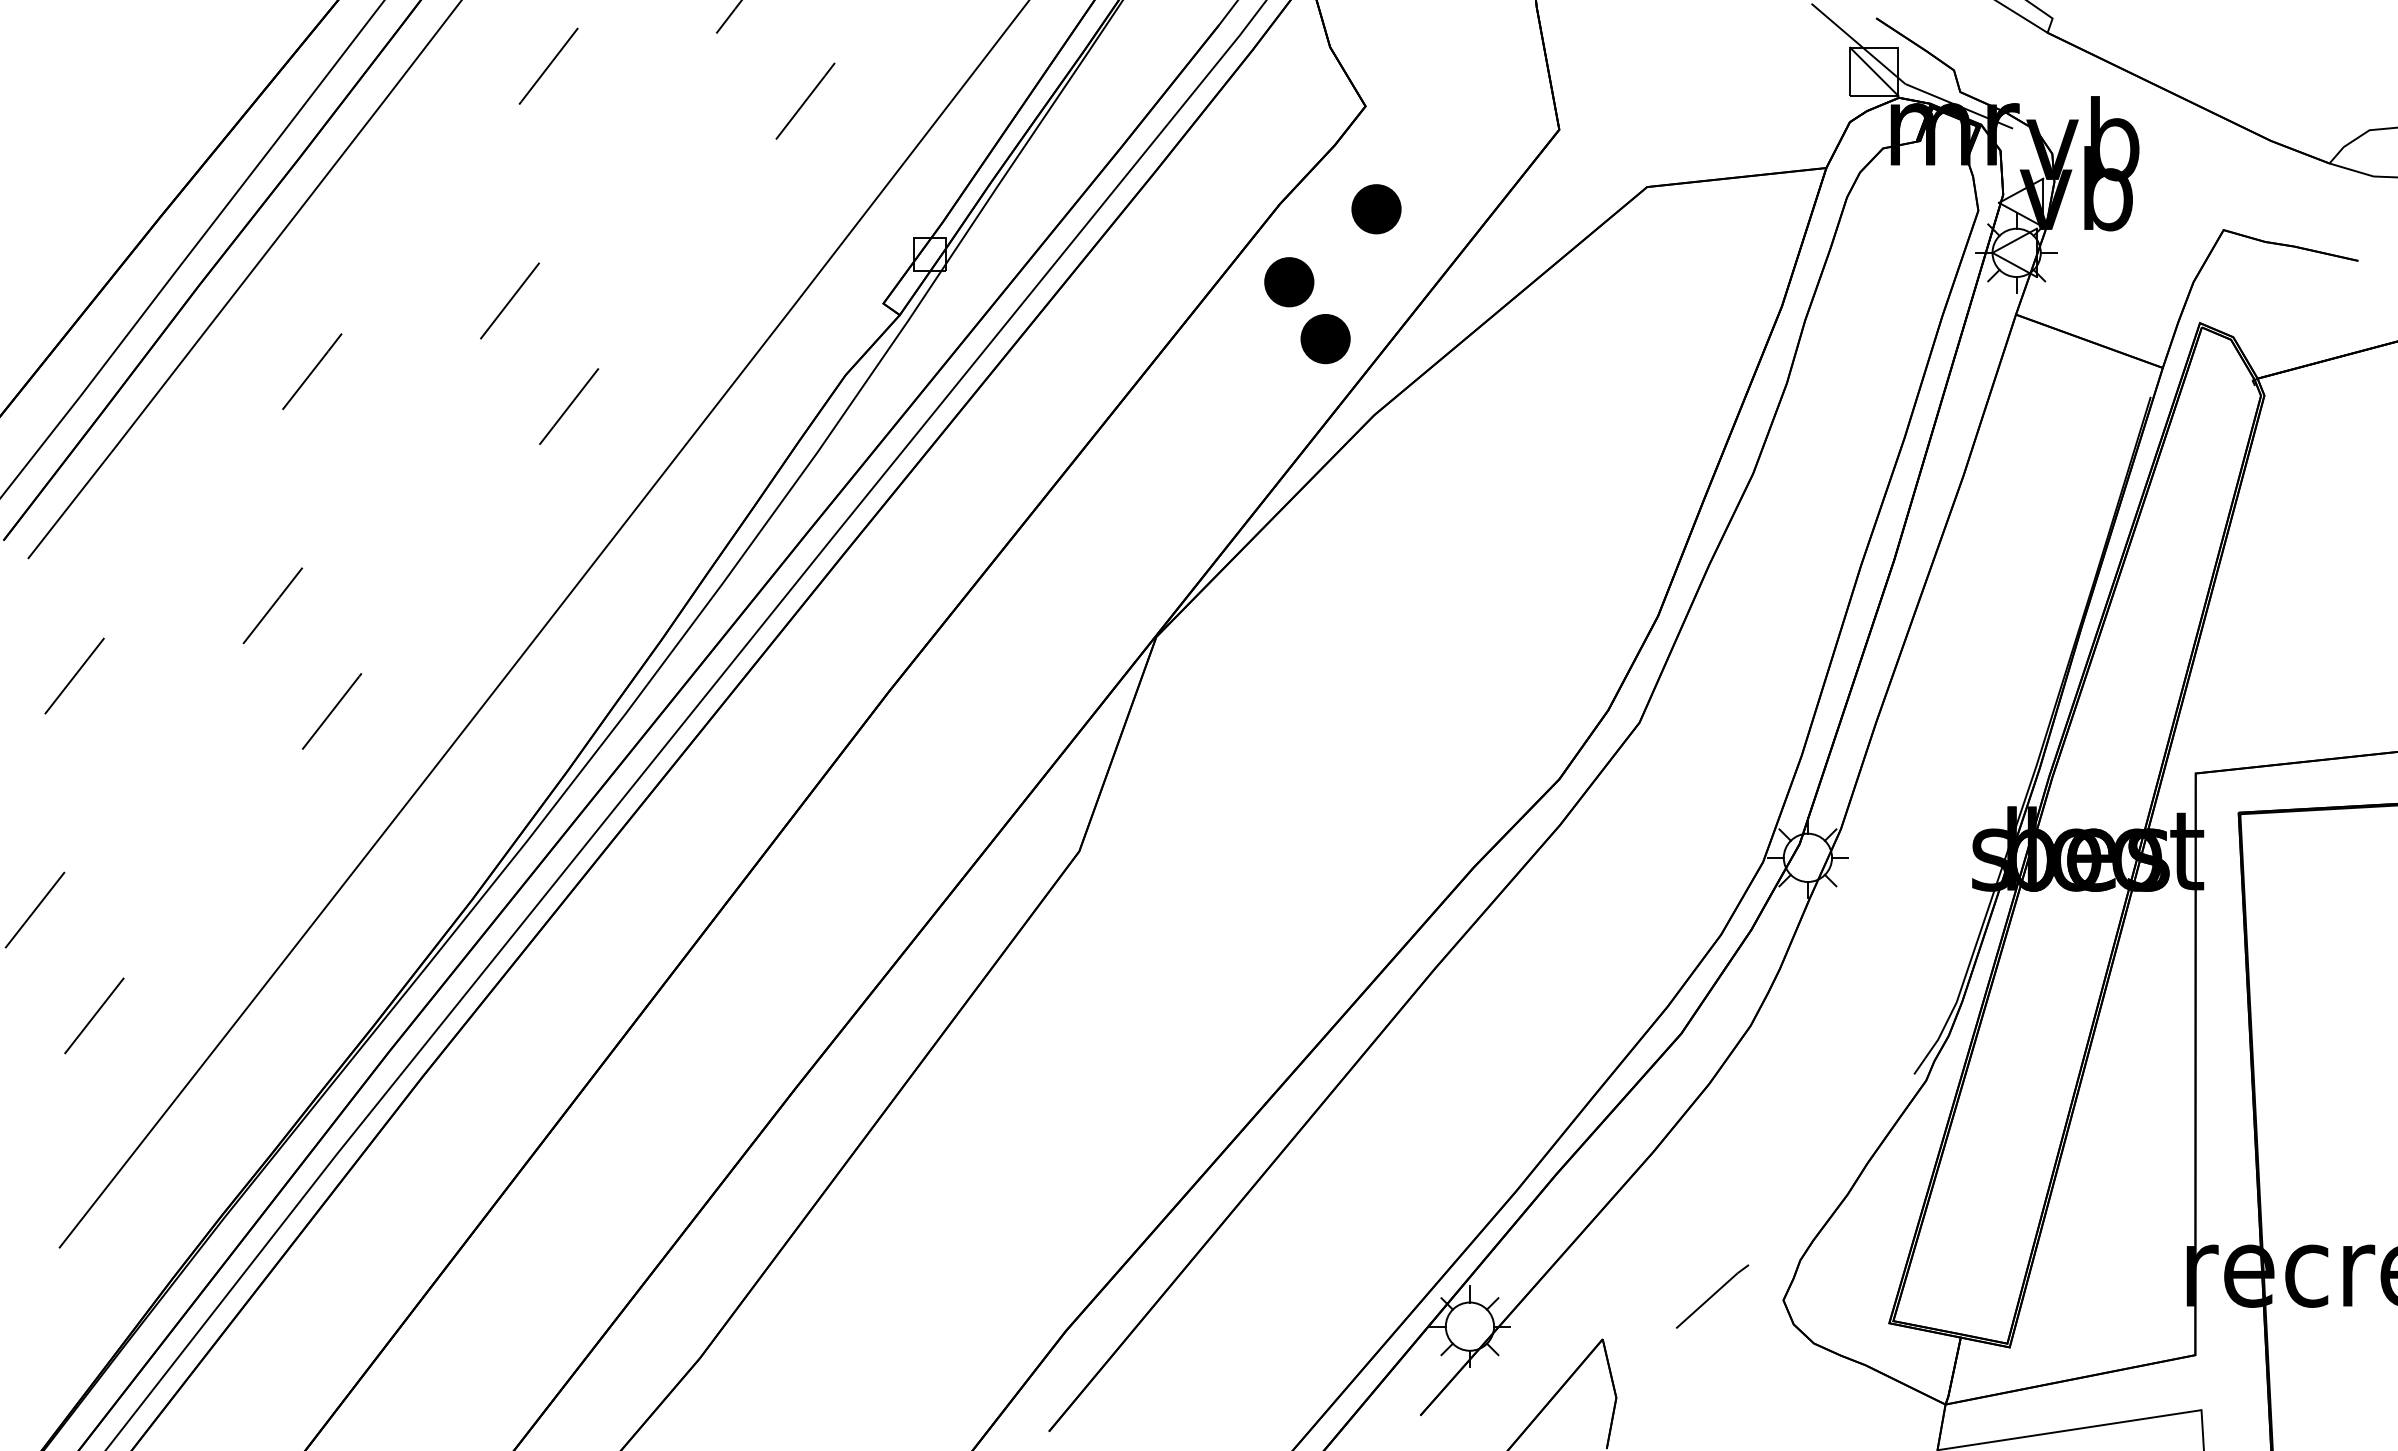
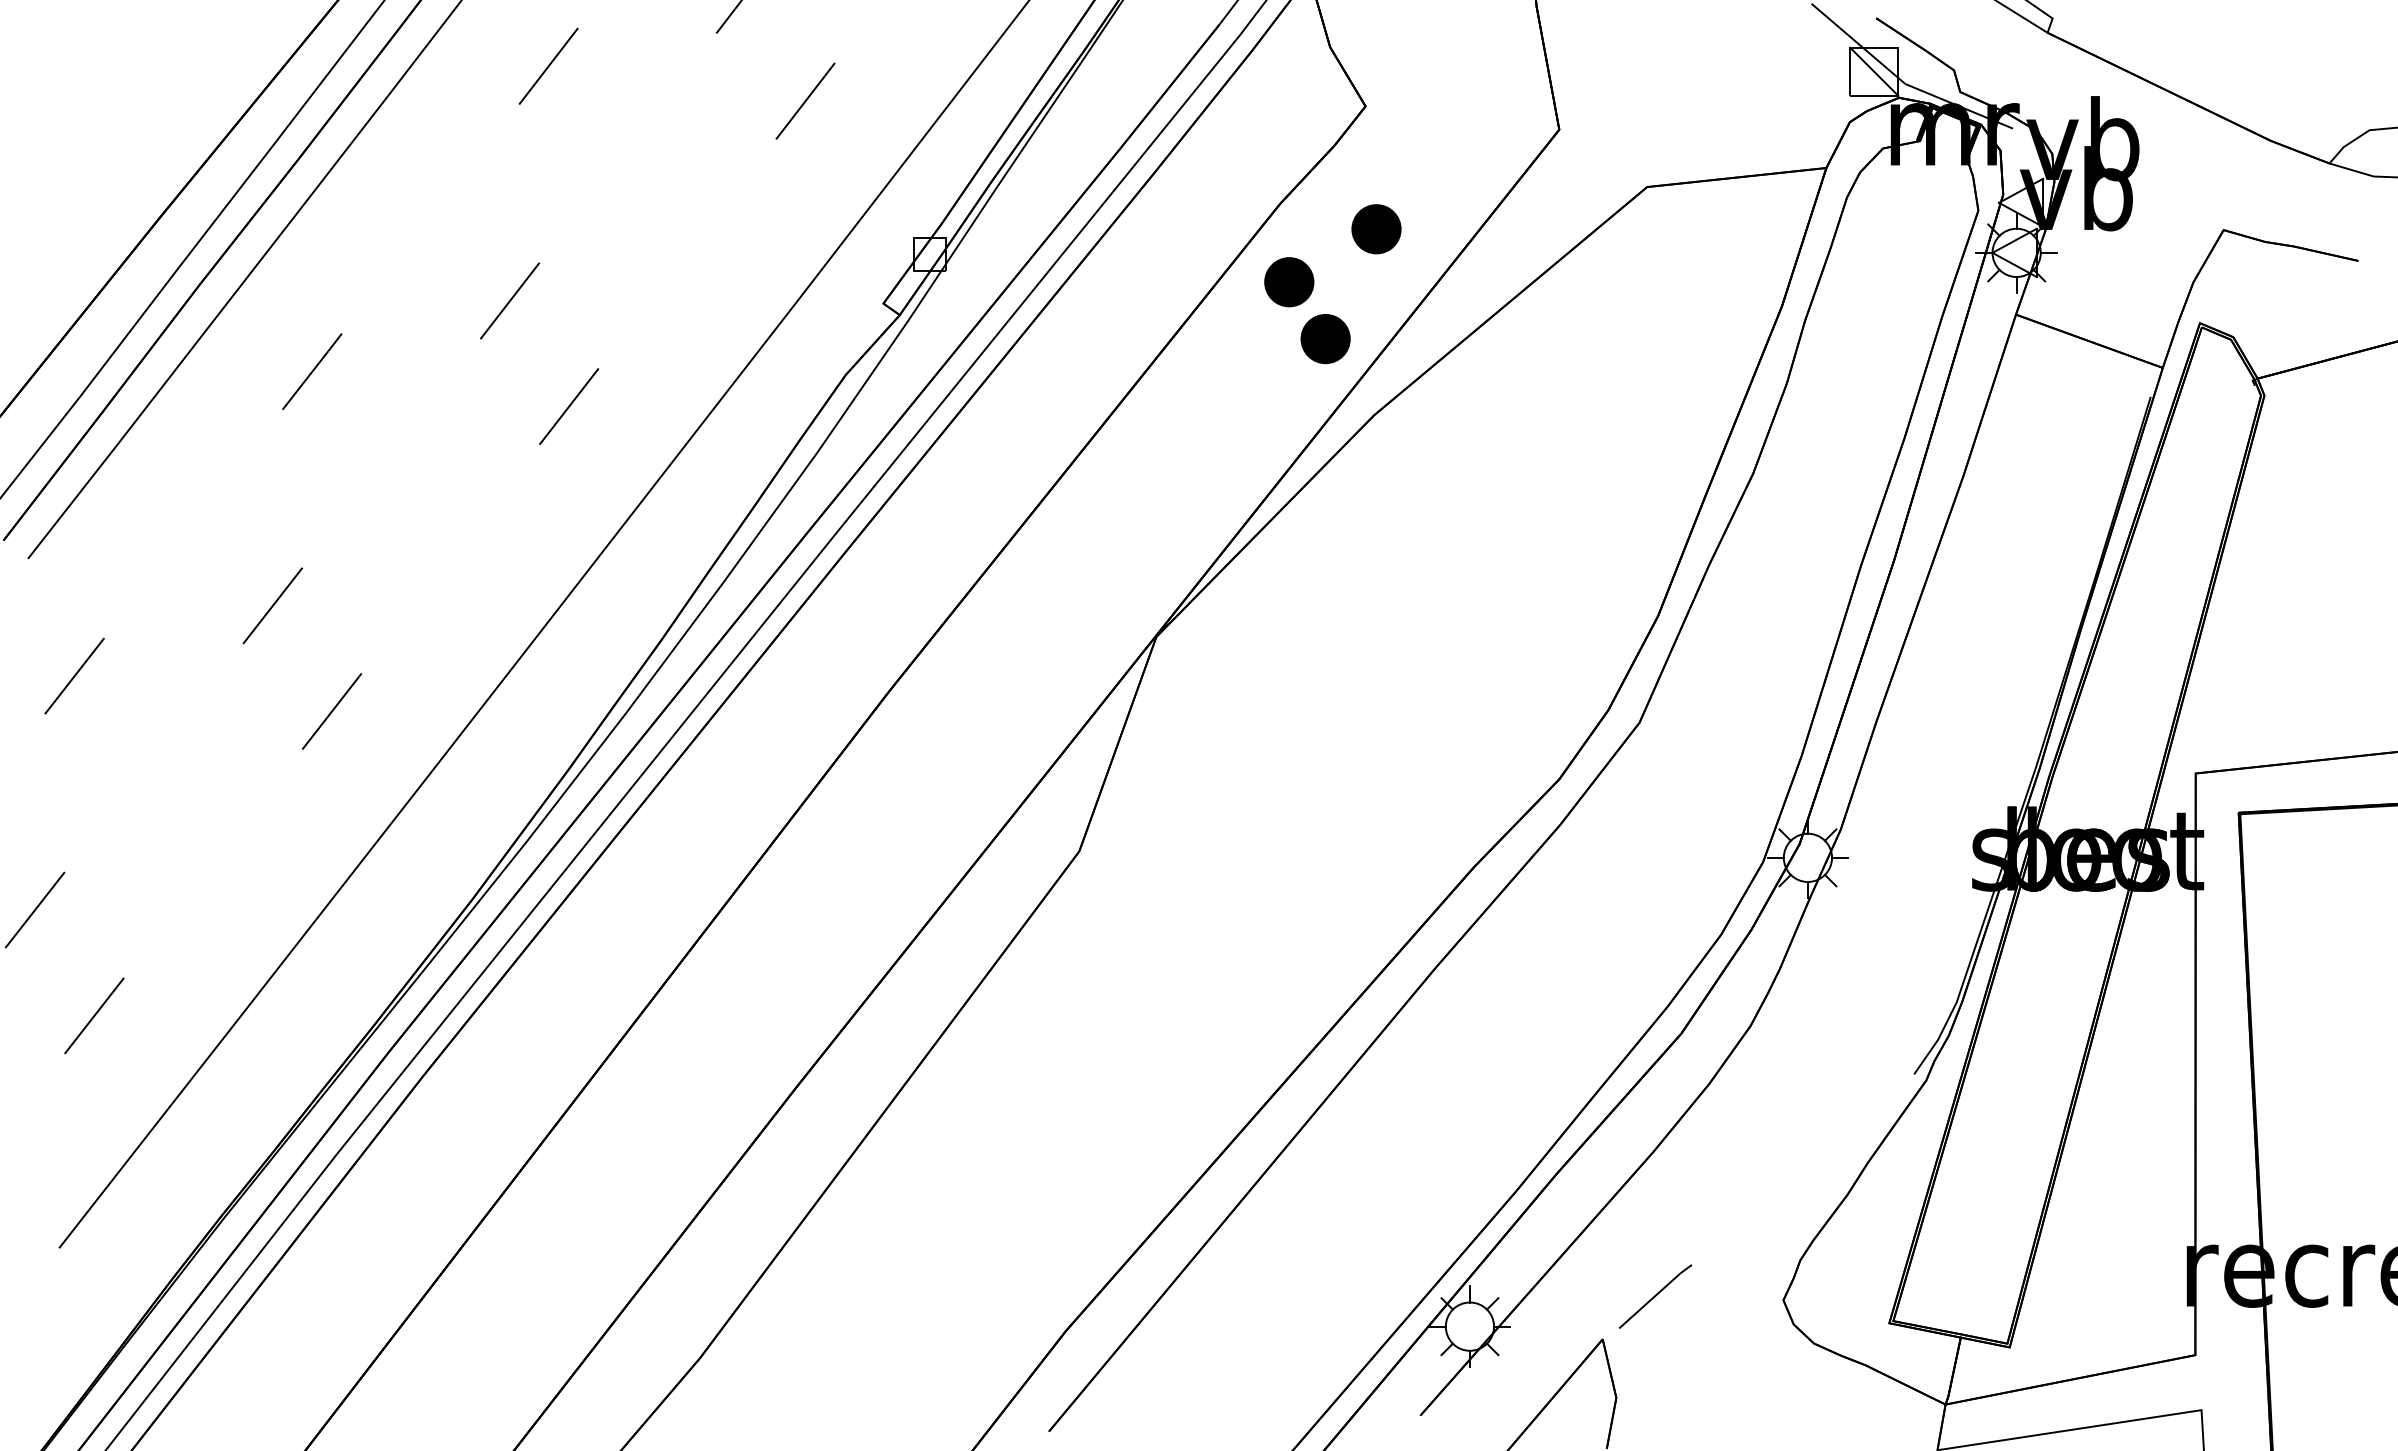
part at (1376, 209) position: (1376, 209) -> (1376, 229)
curve at (1712, 1296) position: (1712, 1296) -> (1655, 1296)
